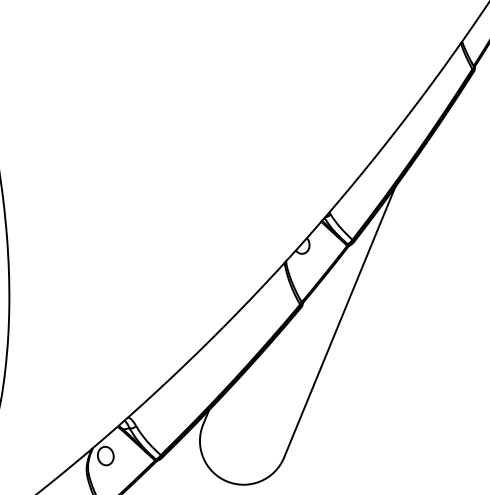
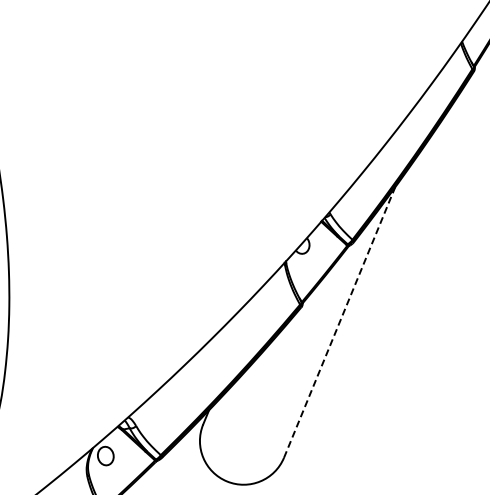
line at (339, 321): solid -> dashed
